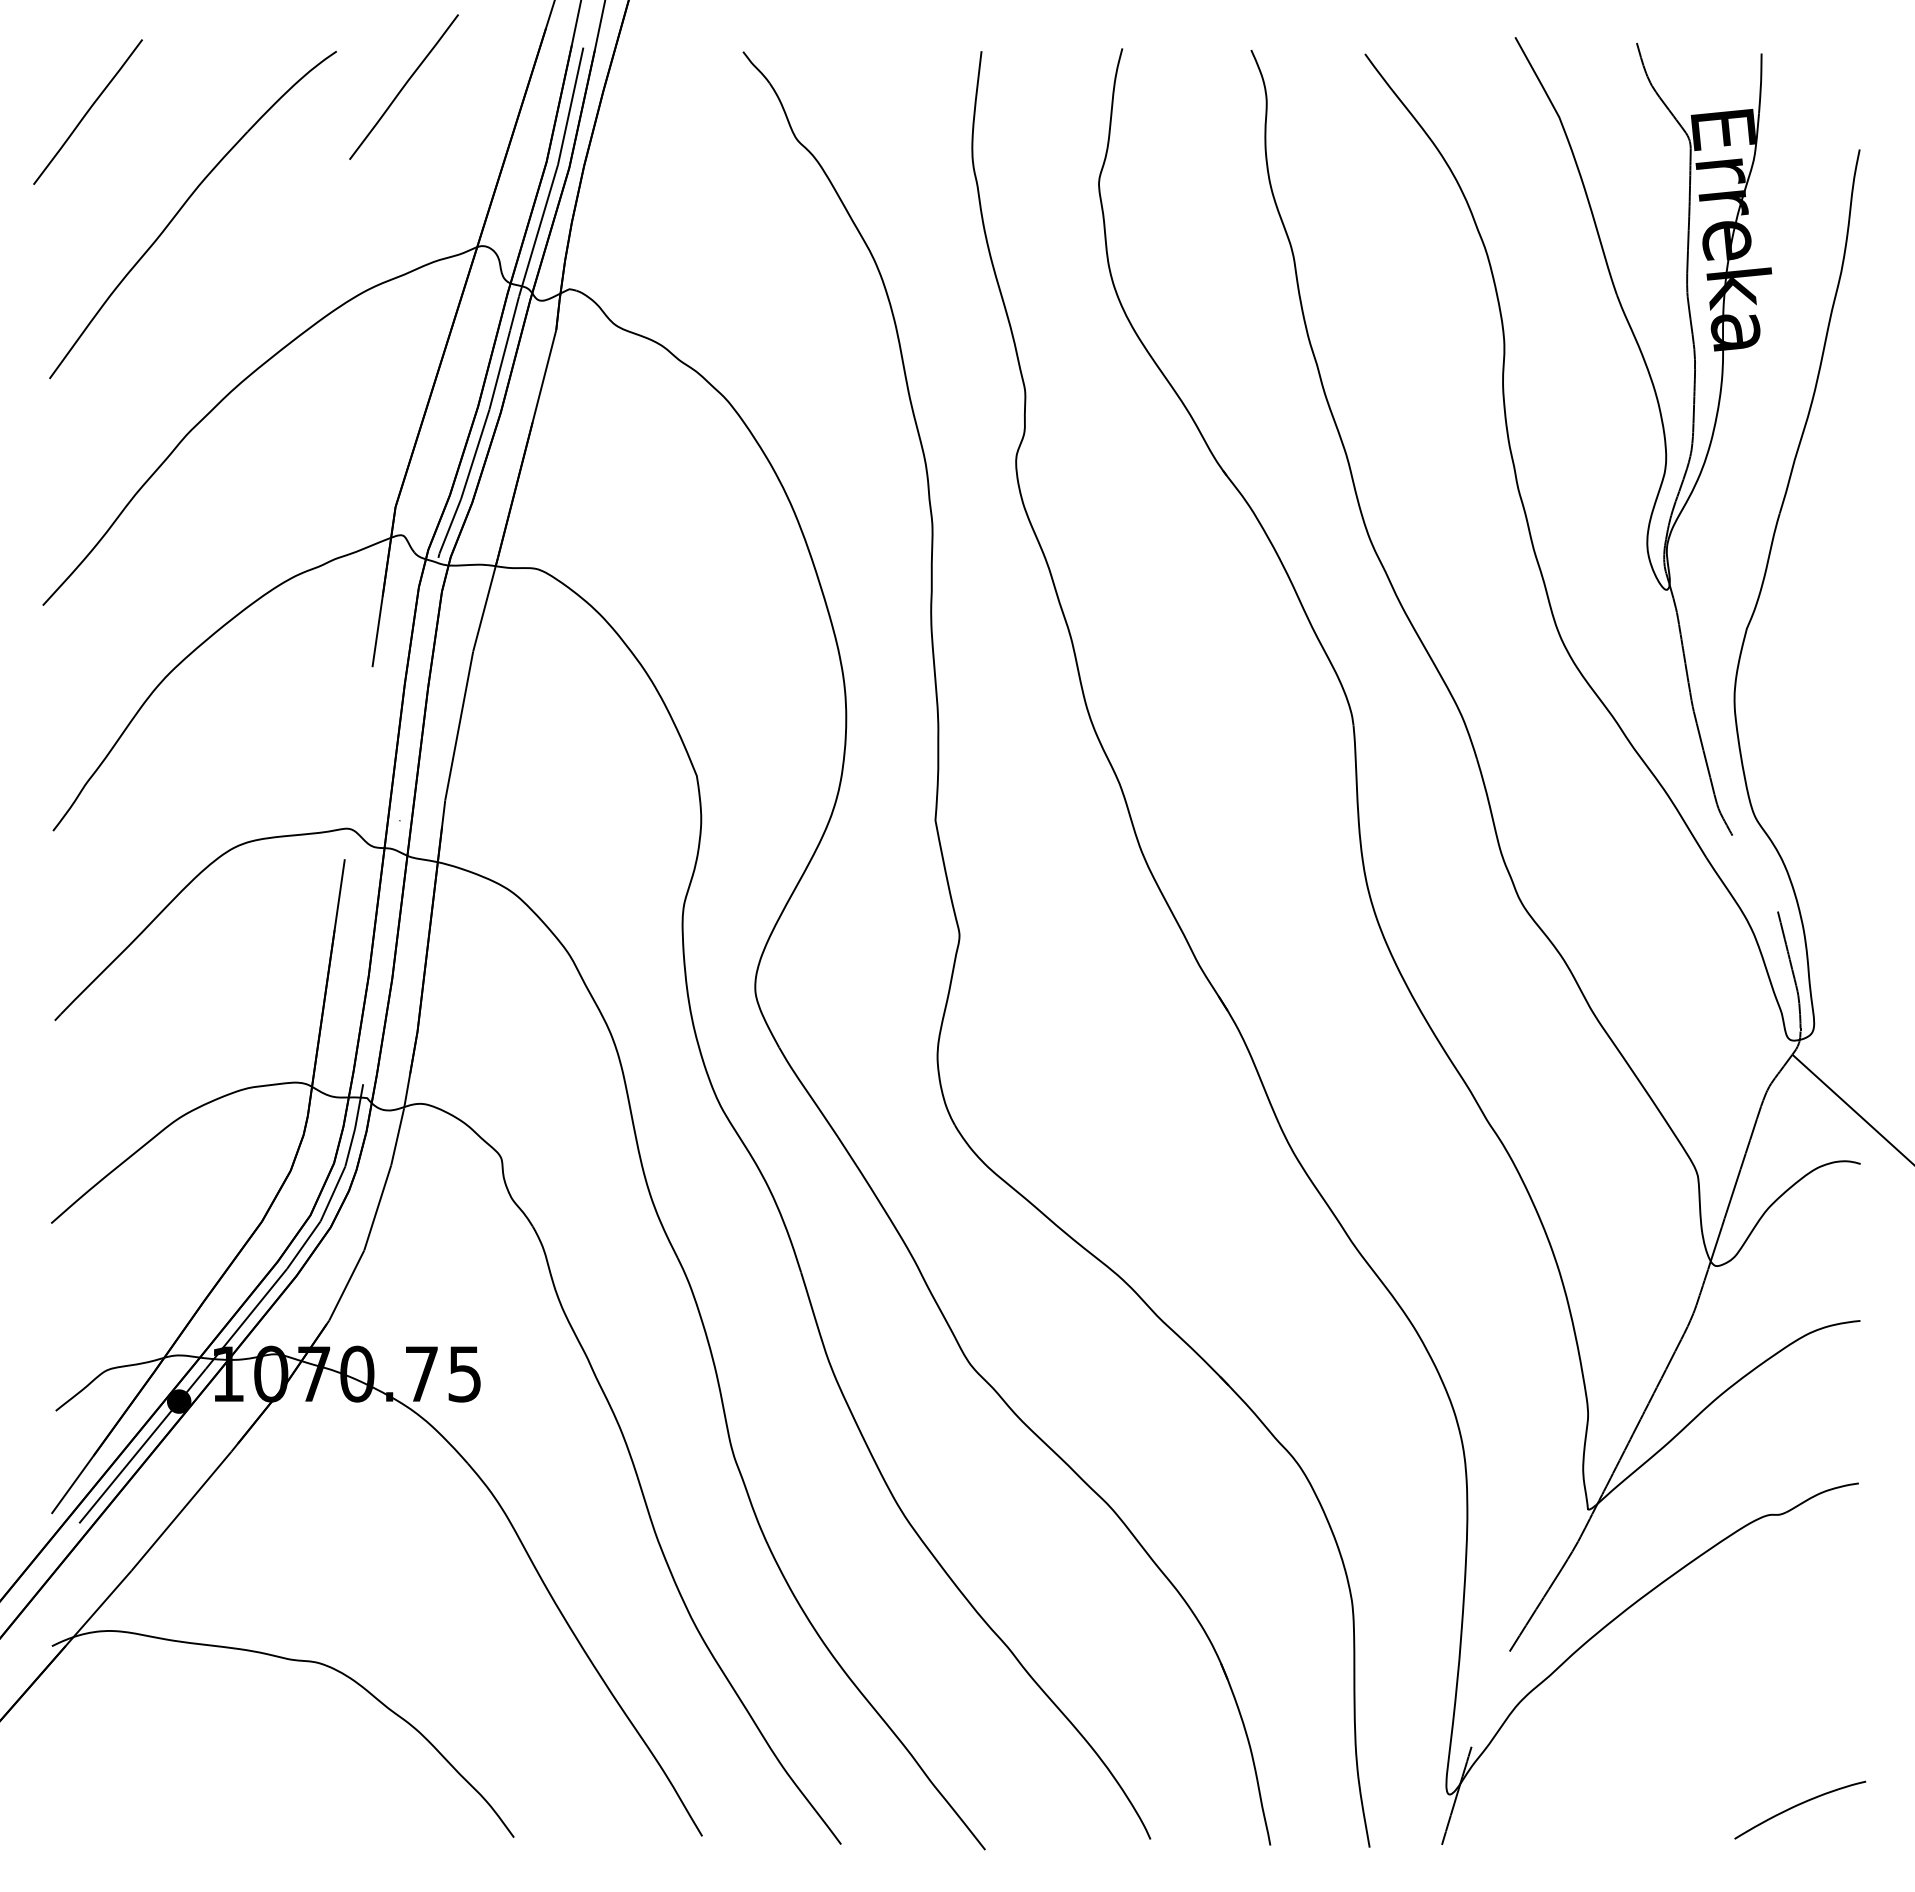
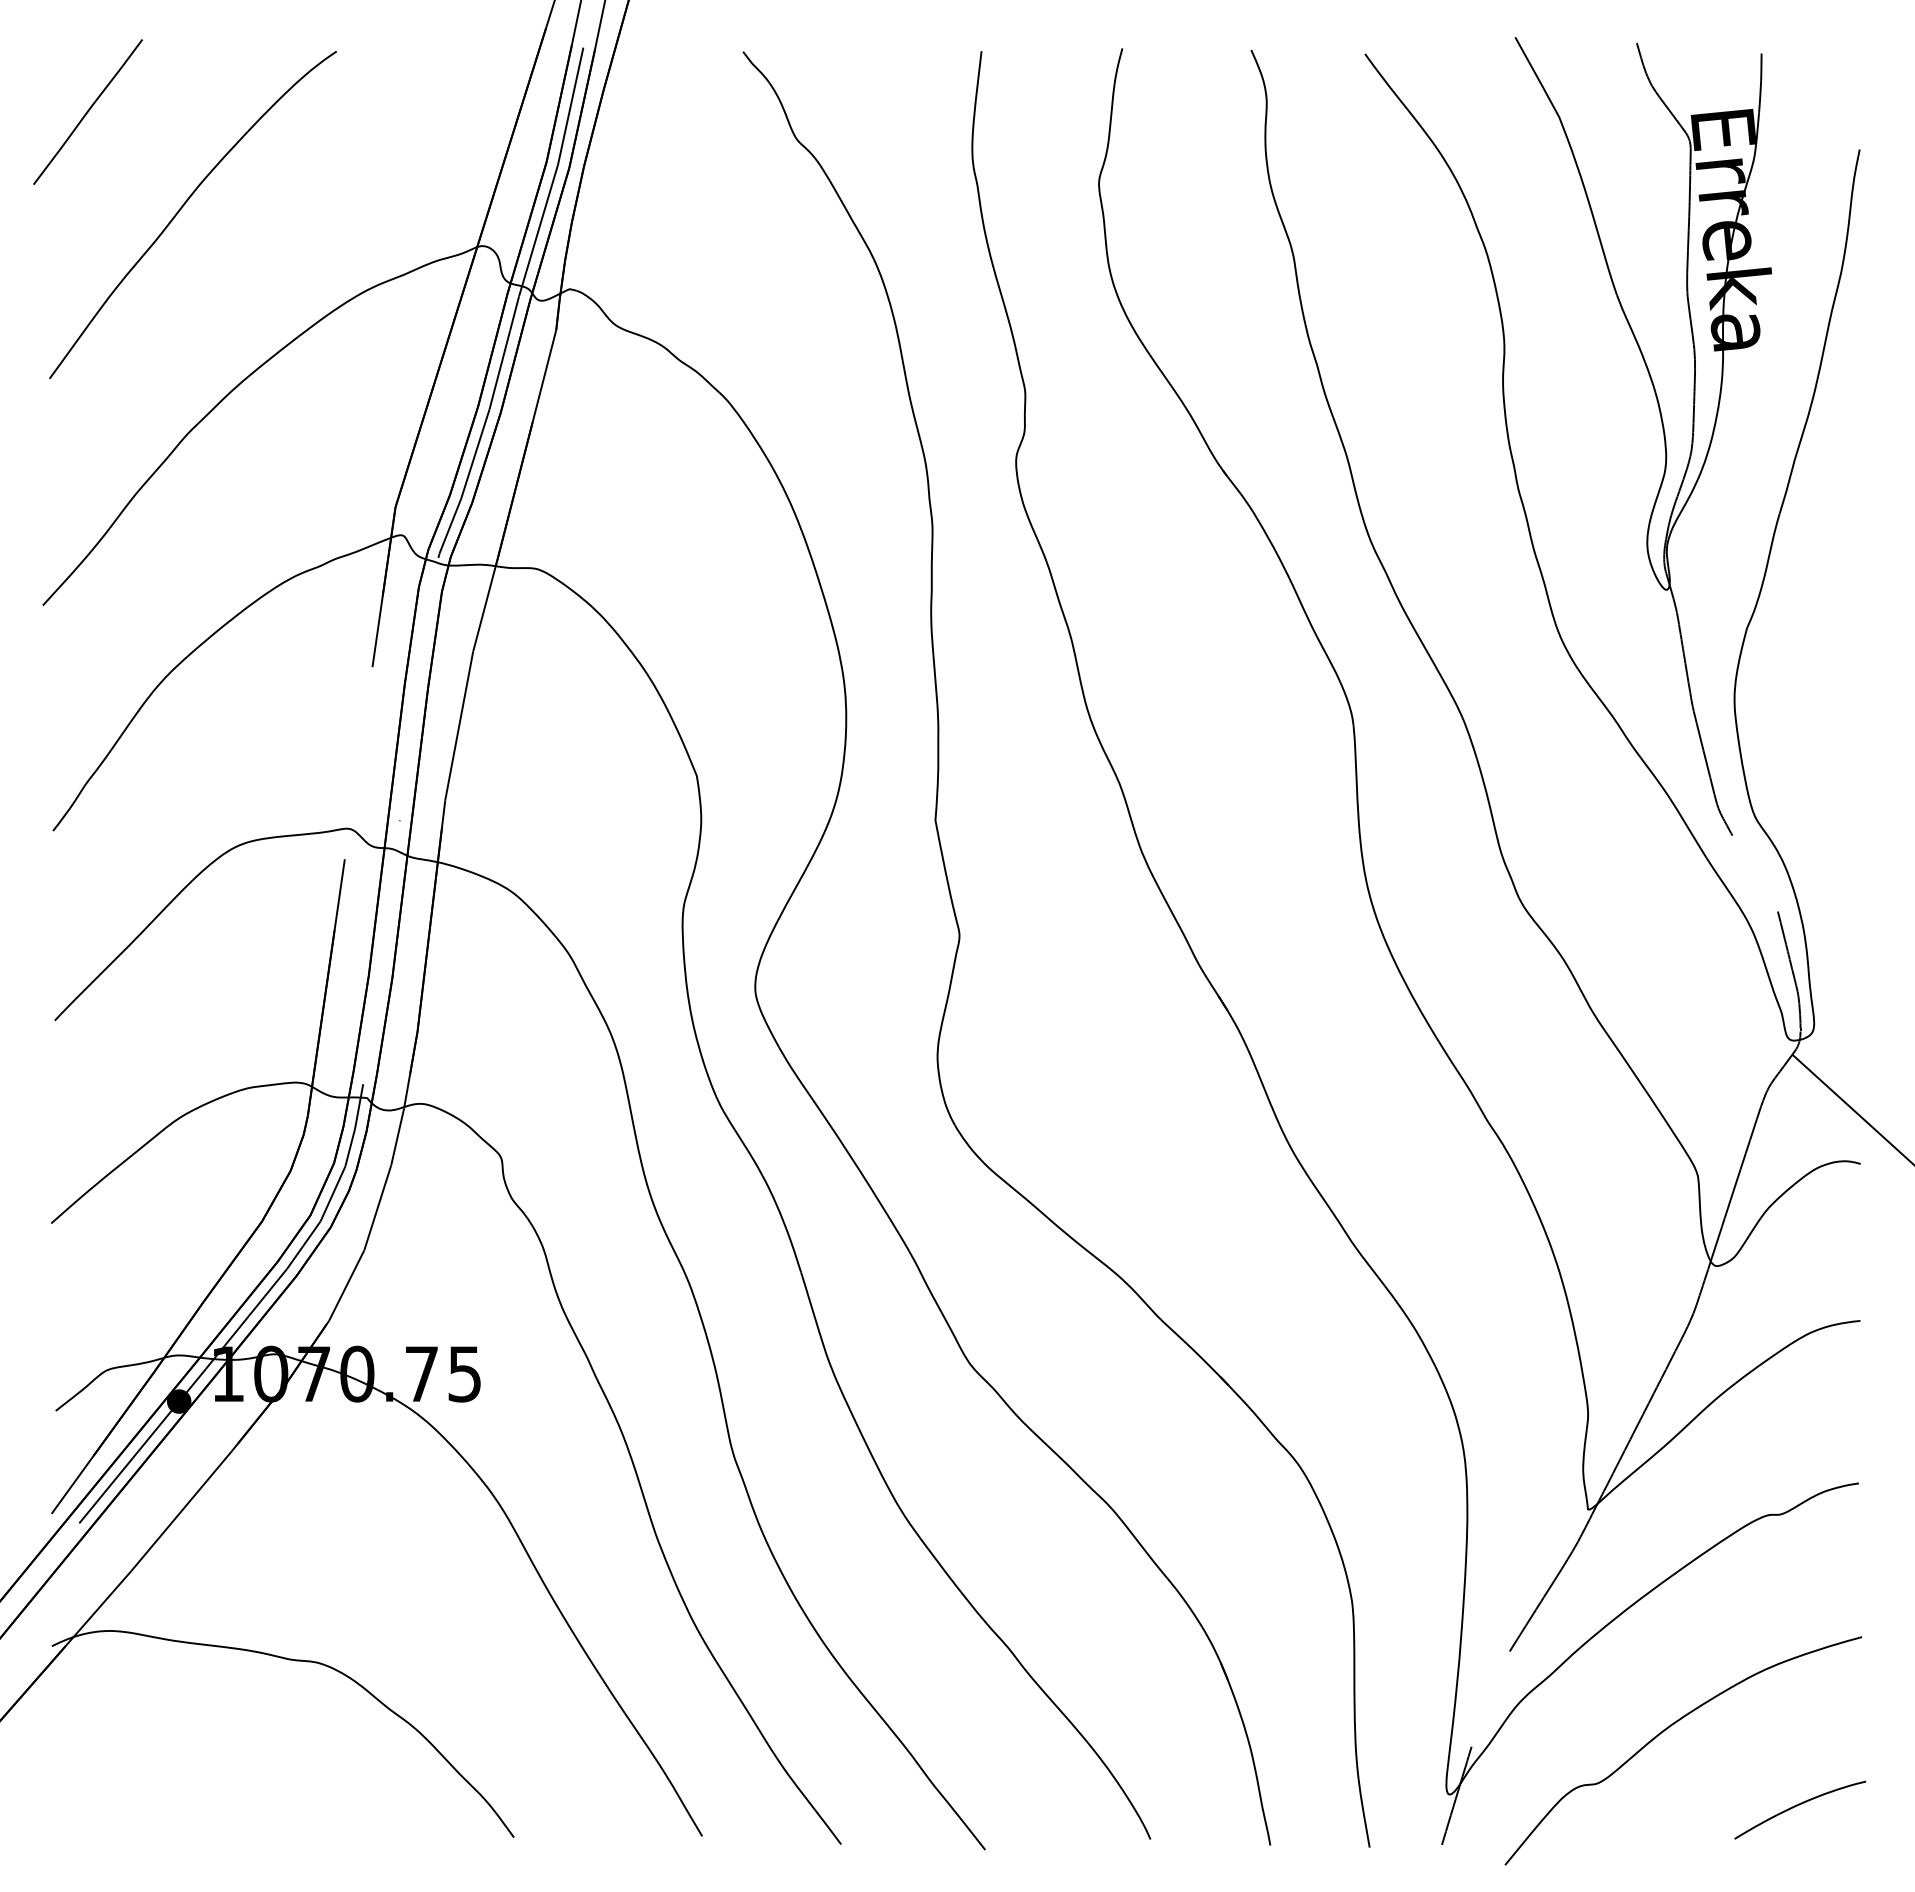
line at (403, 86): present -> none
curve at (1667, 1729): none -> present
